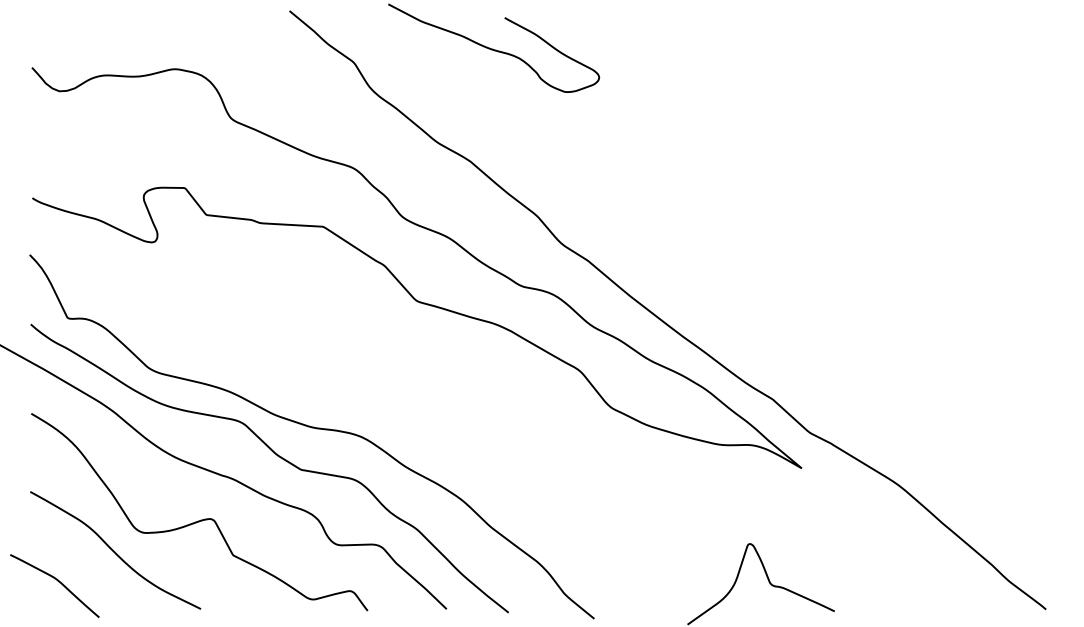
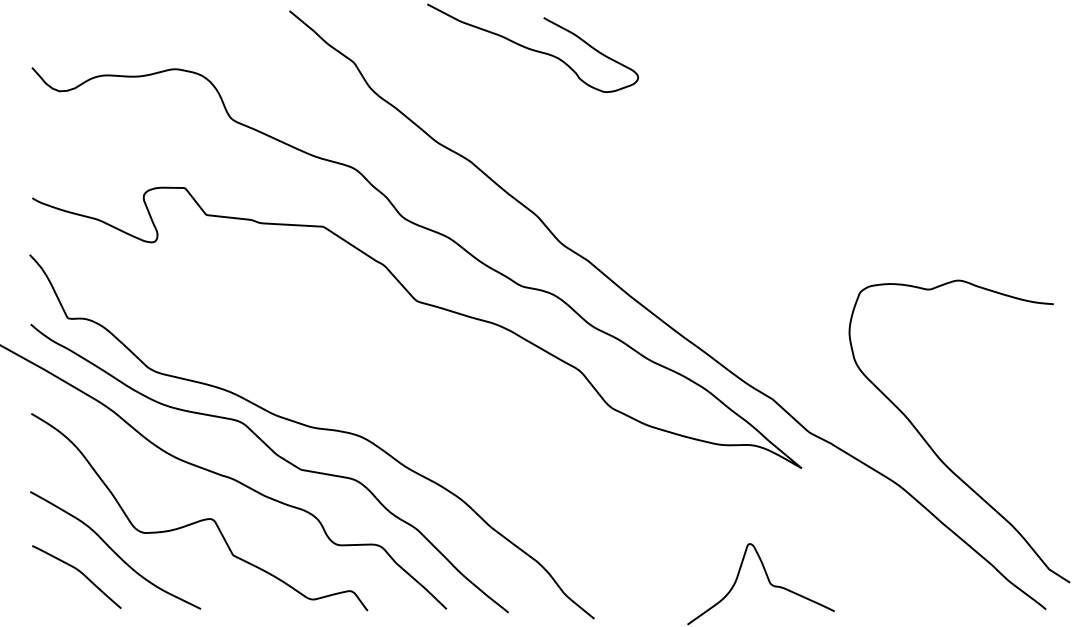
curve at (494, 49) position: (494, 49) -> (533, 49)
curve at (934, 450): none -> present
curve at (57, 581) position: (57, 581) -> (79, 572)
